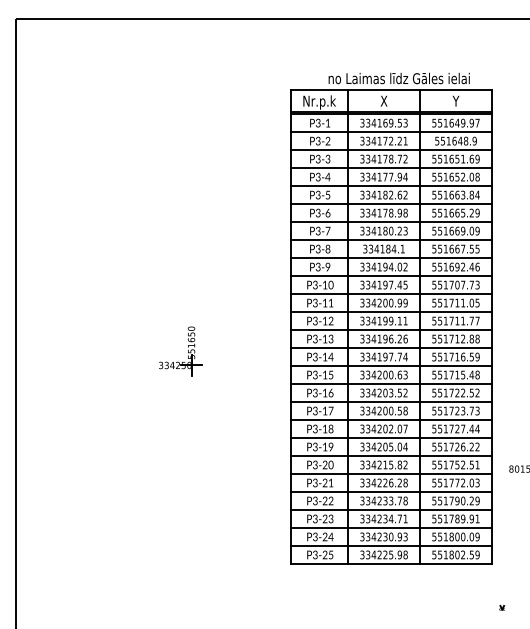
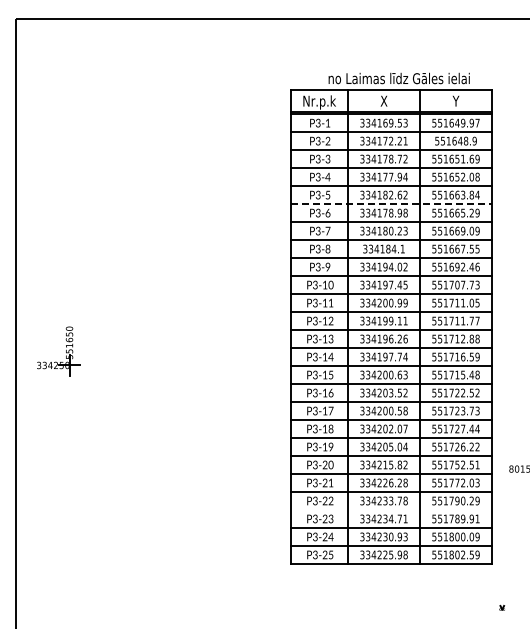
line at (391, 204): solid -> dashed
part at (188, 351) position: (188, 351) -> (66, 351)
line at (391, 509): present -> none
